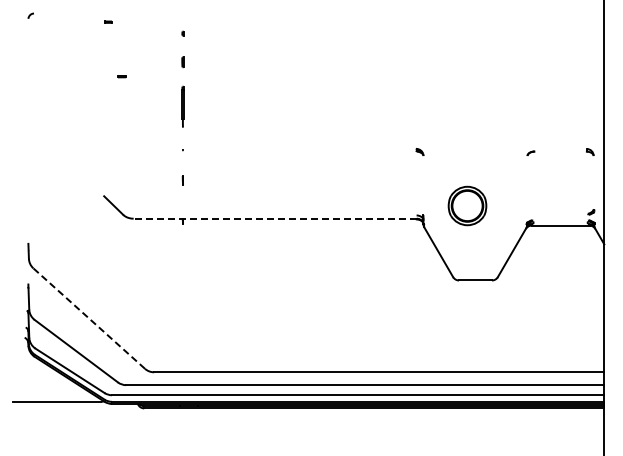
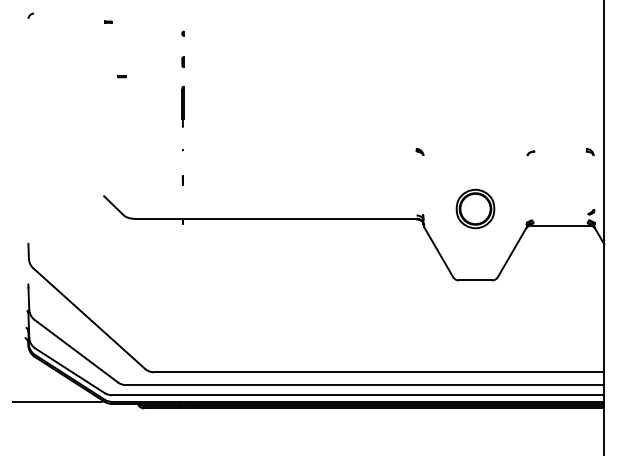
part at (467, 205) position: (467, 205) -> (475, 208)
line at (275, 218): dashed -> solid
line at (88, 318): dashed -> solid
